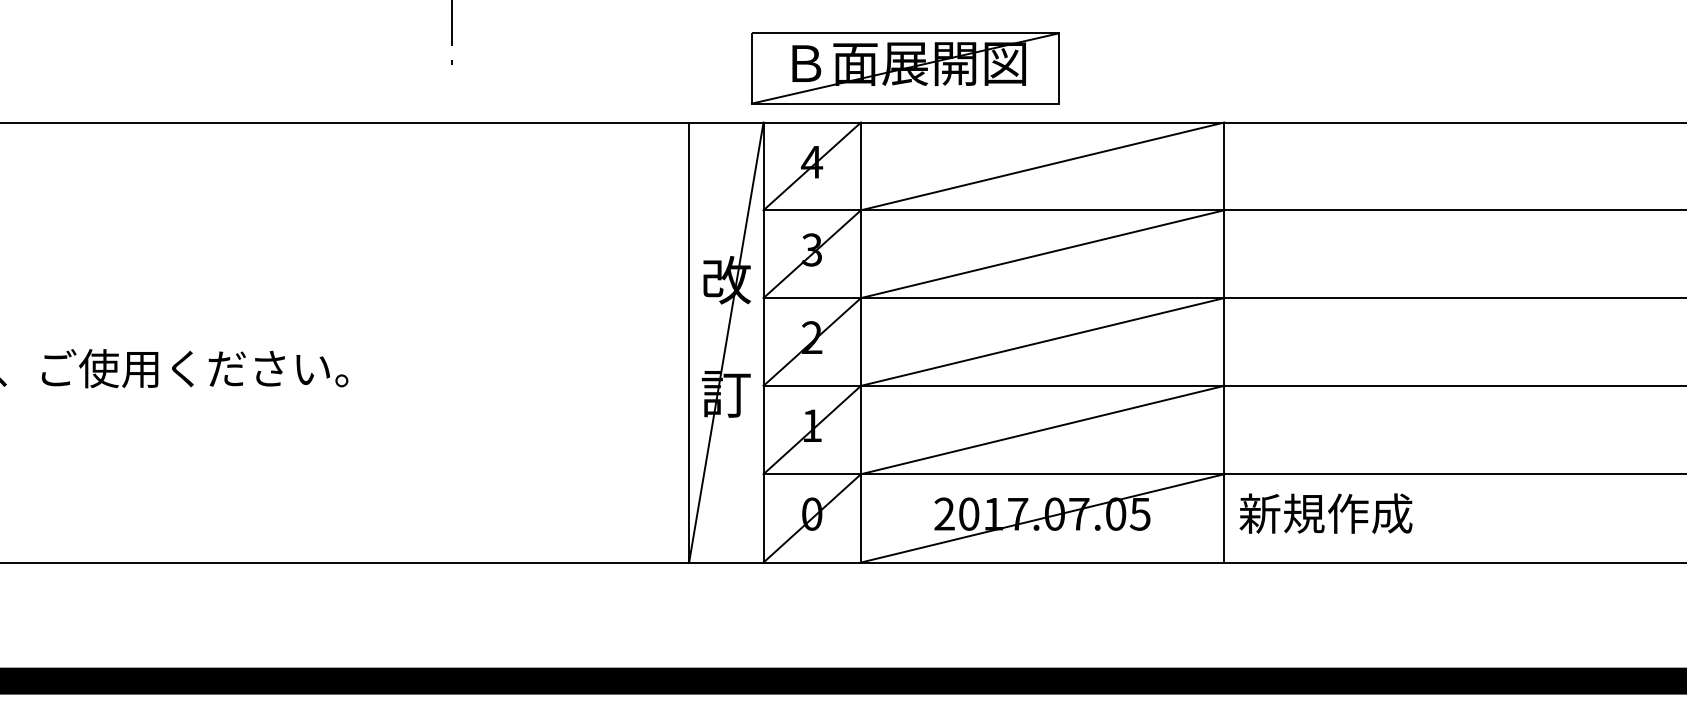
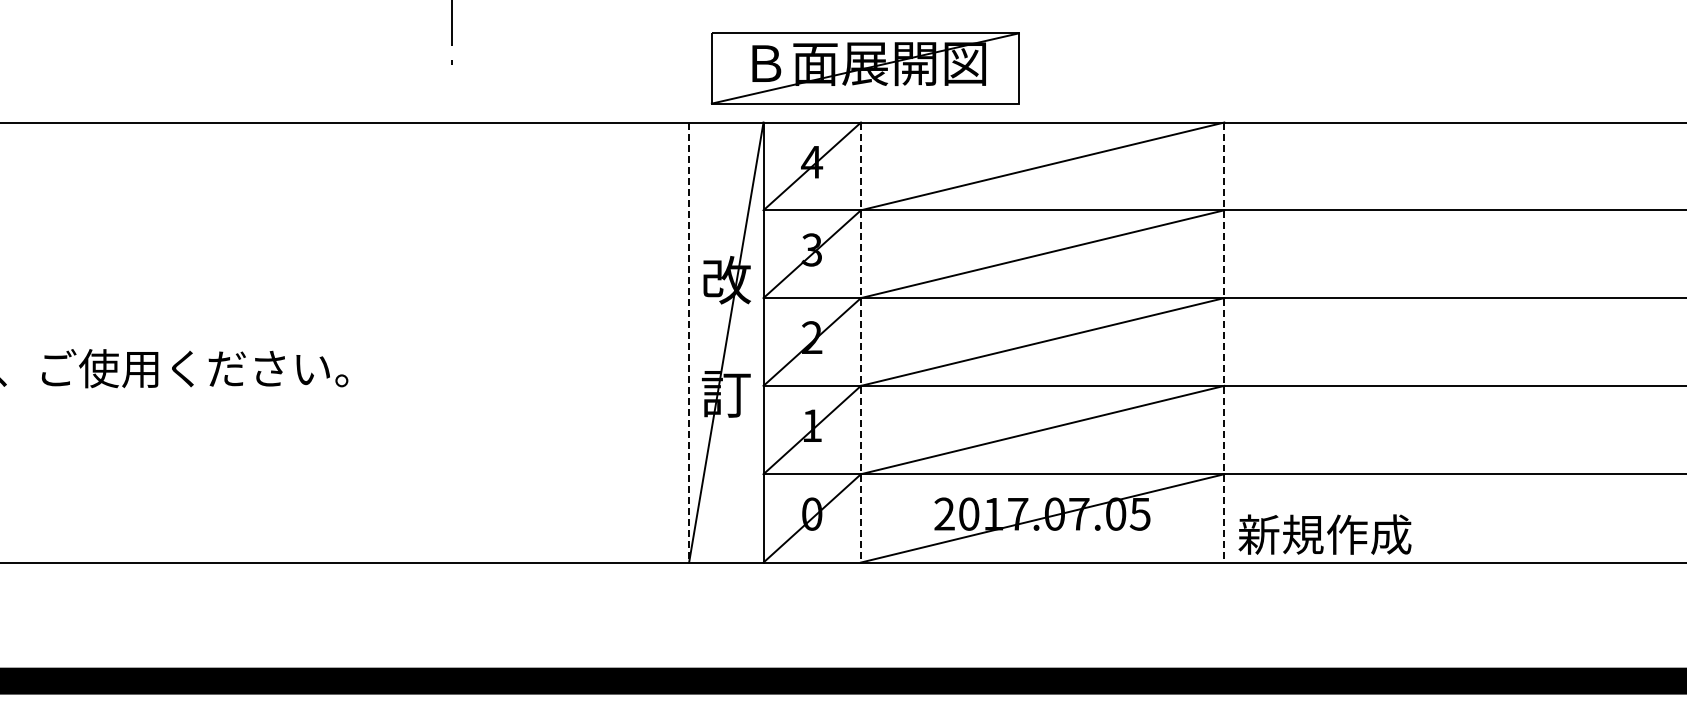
part at (904, 68) position: (904, 68) -> (864, 68)
line at (689, 343): solid -> dashed
line at (861, 343): solid -> dashed
line at (1224, 343): solid -> dashed
text at (1325, 513) position: (1325, 513) -> (1324, 534)
